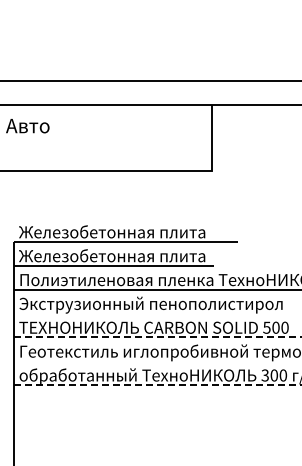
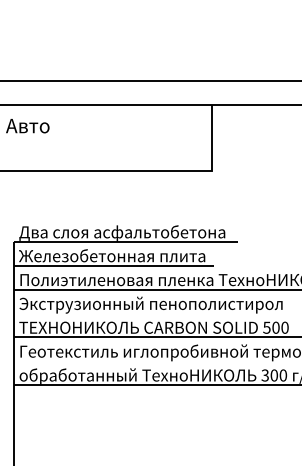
text at (122, 232): Железобетонная плита -> Два слоя асфальтобетона
line at (157, 337): dashed -> solid
line at (157, 385): dashed -> solid
